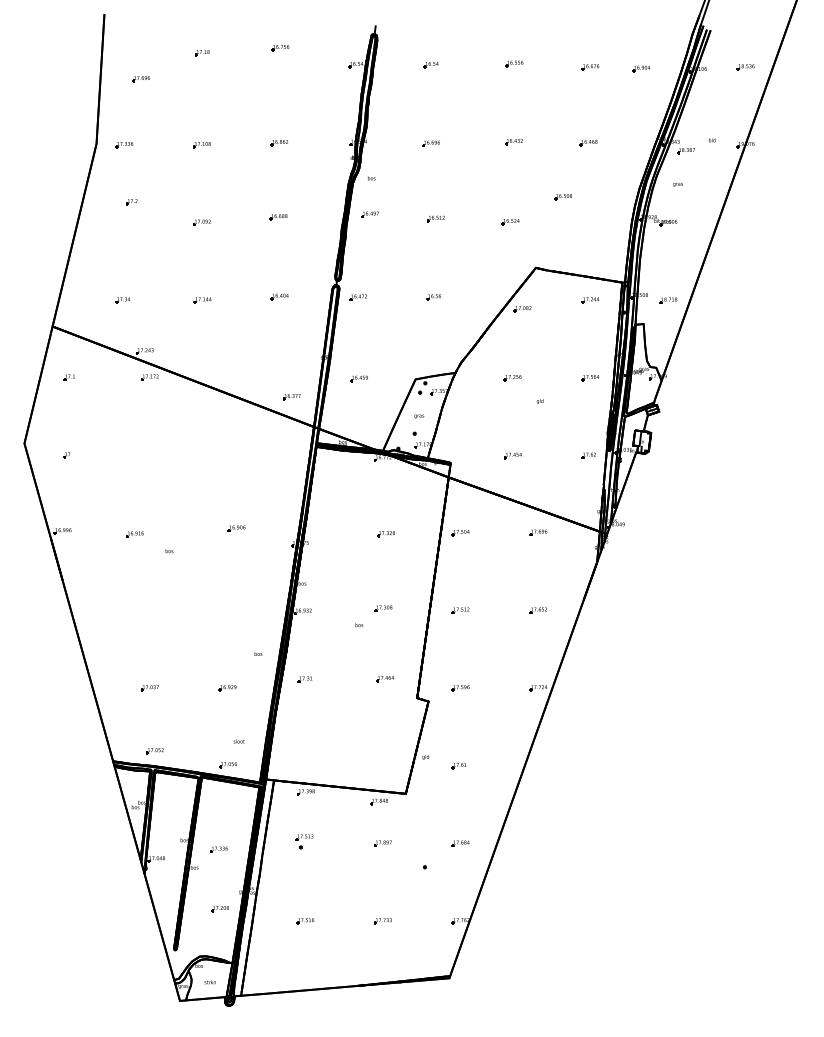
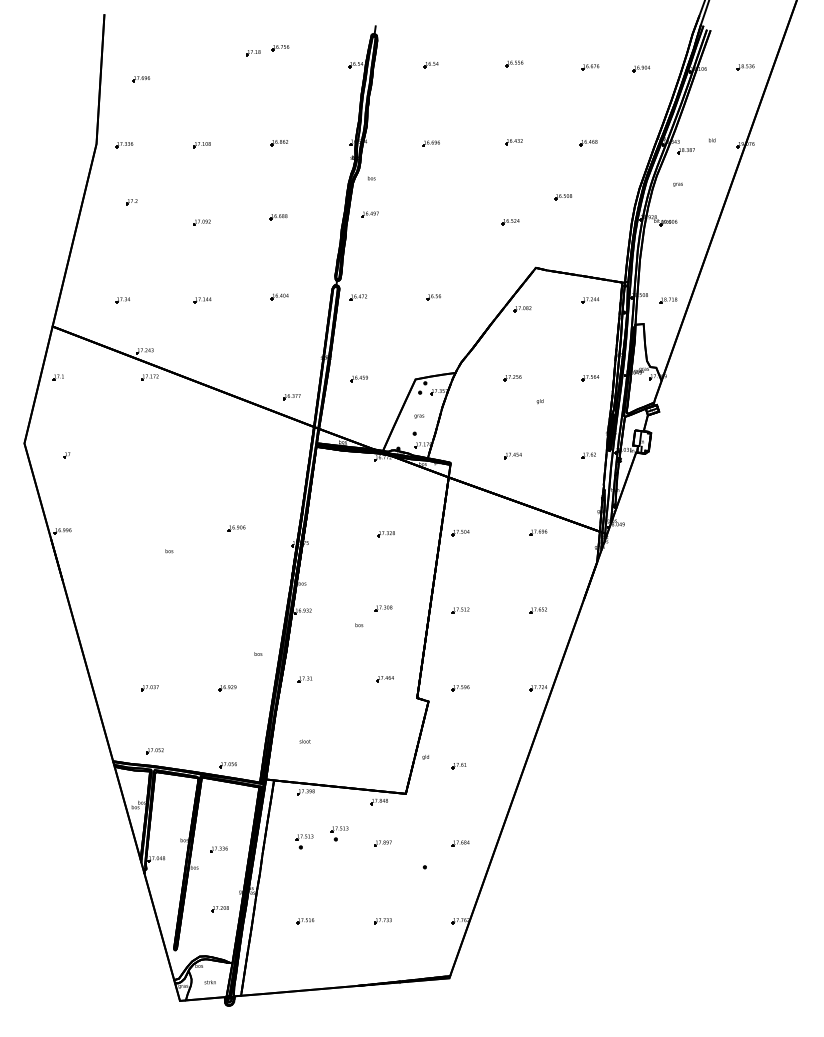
part at (202, 53) position: (202, 53) -> (253, 53)
part at (435, 218): present -> none
part at (68, 377) position: (68, 377) -> (57, 377)
part at (134, 534): present -> none
text at (238, 741) position: (238, 741) -> (304, 741)
part at (339, 833): none -> present
